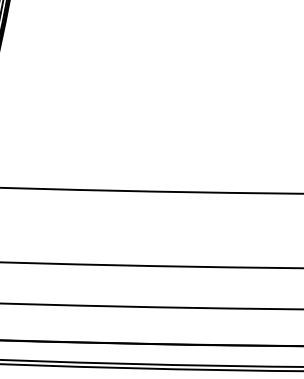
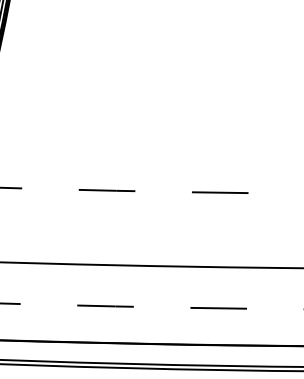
arc at (151, 191): solid -> dashed
arc at (152, 307): solid -> dashed
